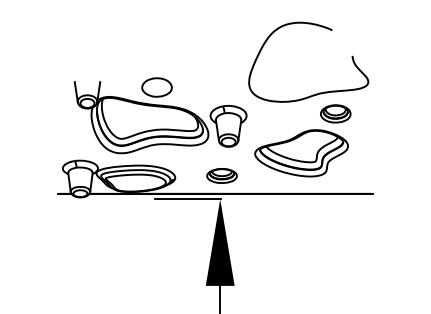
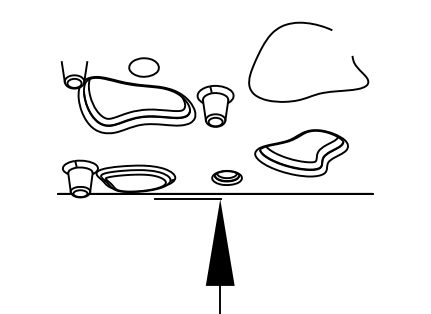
part at (335, 113): present -> none
part at (160, 115) position: (160, 115) -> (147, 95)
part at (221, 175) position: (221, 175) -> (226, 177)
